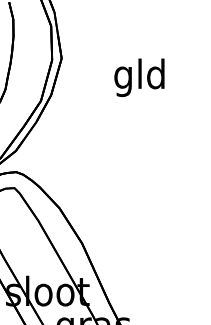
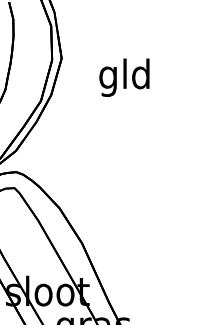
text at (139, 77) position: (139, 77) -> (124, 77)
